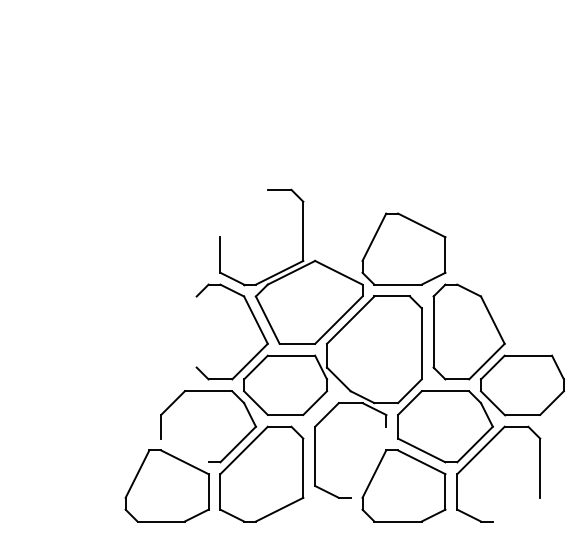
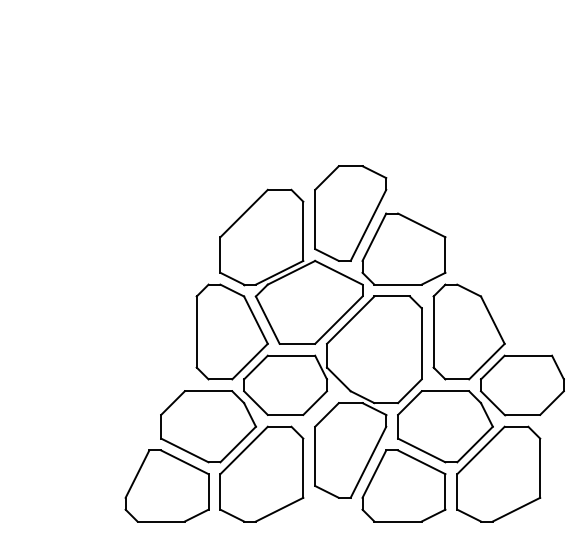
line at (243, 213): none -> present
part at (350, 213): none -> present
line at (196, 331): none -> present
line at (184, 450): none -> present
line at (368, 461): none -> present
line at (516, 509): none -> present
